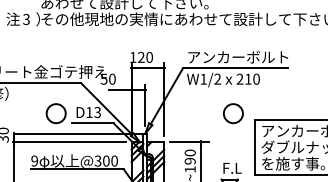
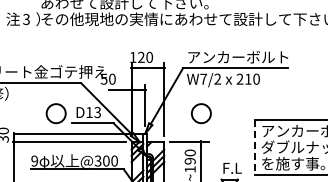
text at (203, 78): W1/2 -> W7/2
circle at (233, 113) position: (233, 113) -> (201, 113)
line at (255, 148): solid -> dashed
